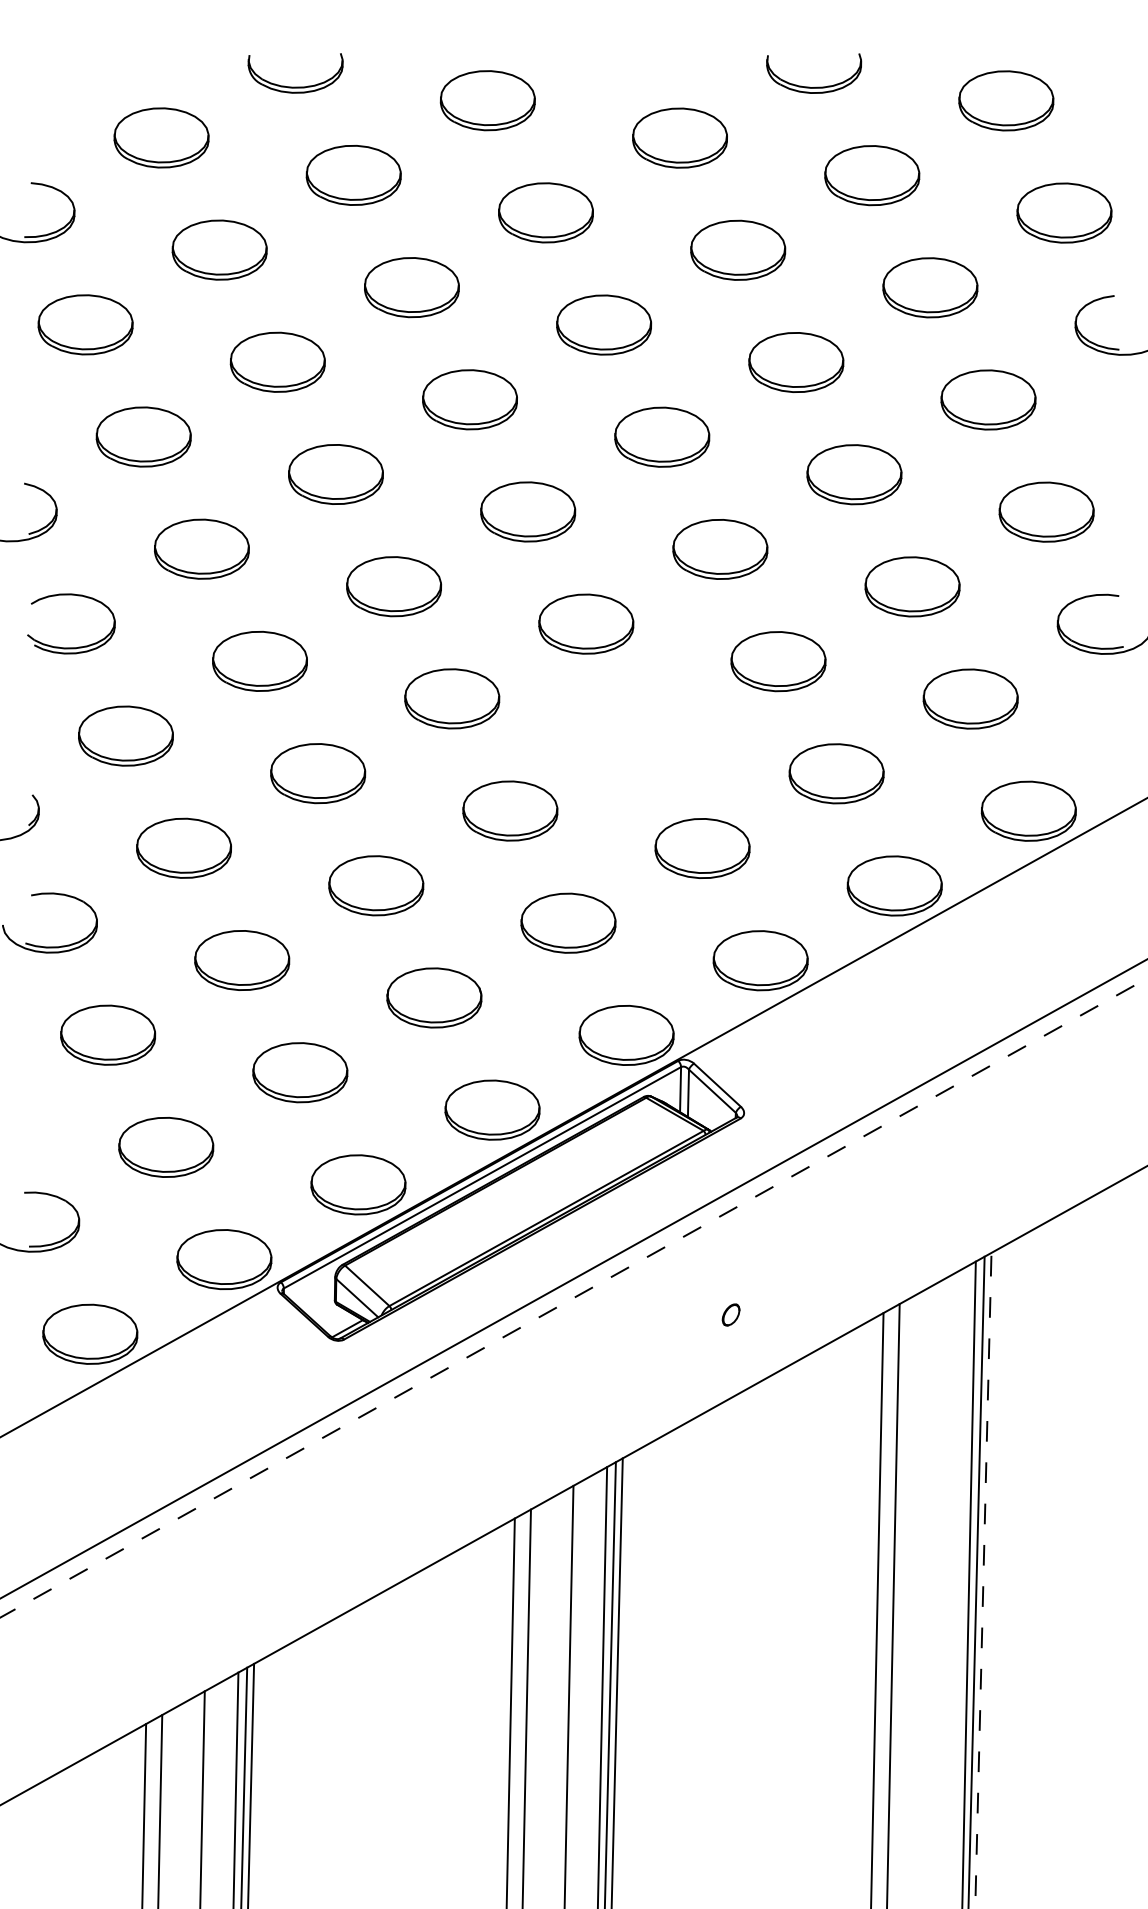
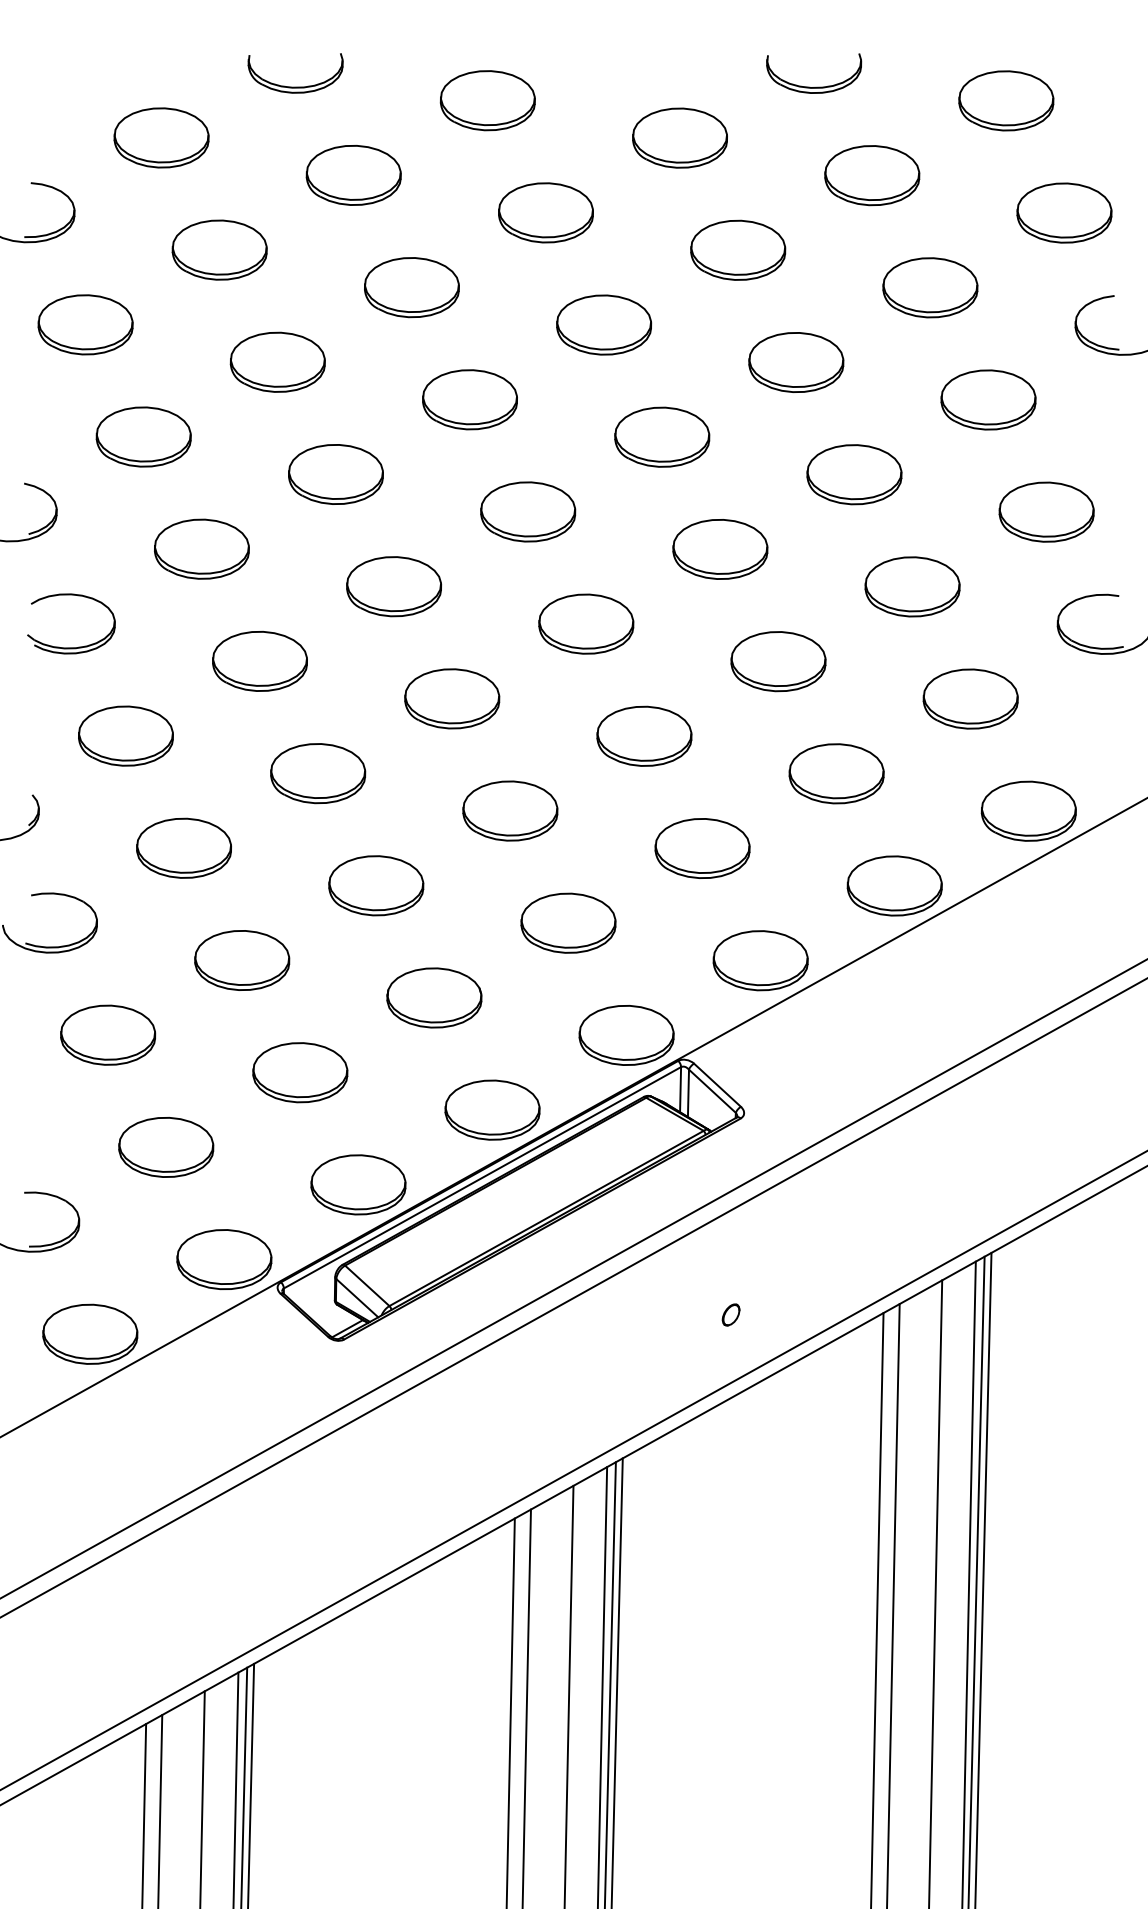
part at (644, 735): none -> present
line at (574, 1297): dashed -> solid
line at (573, 1470): none -> present
line at (983, 1580): dashed -> solid
line at (935, 1592): none -> present
